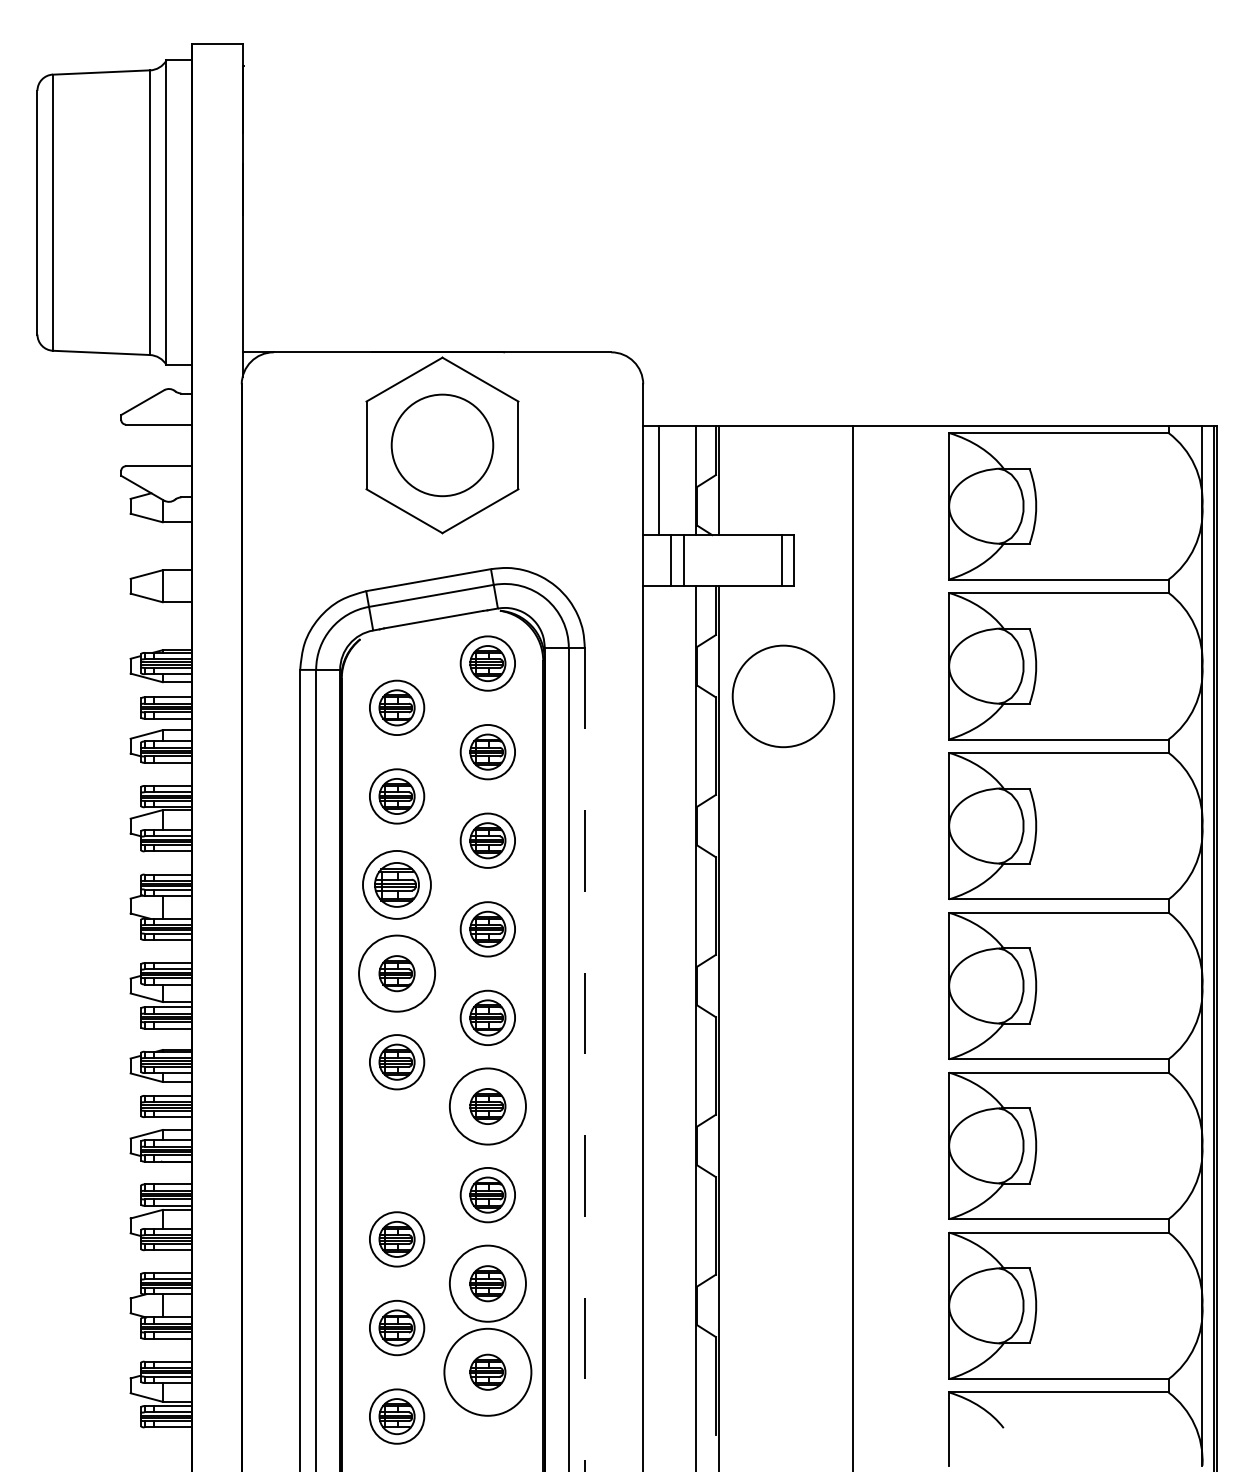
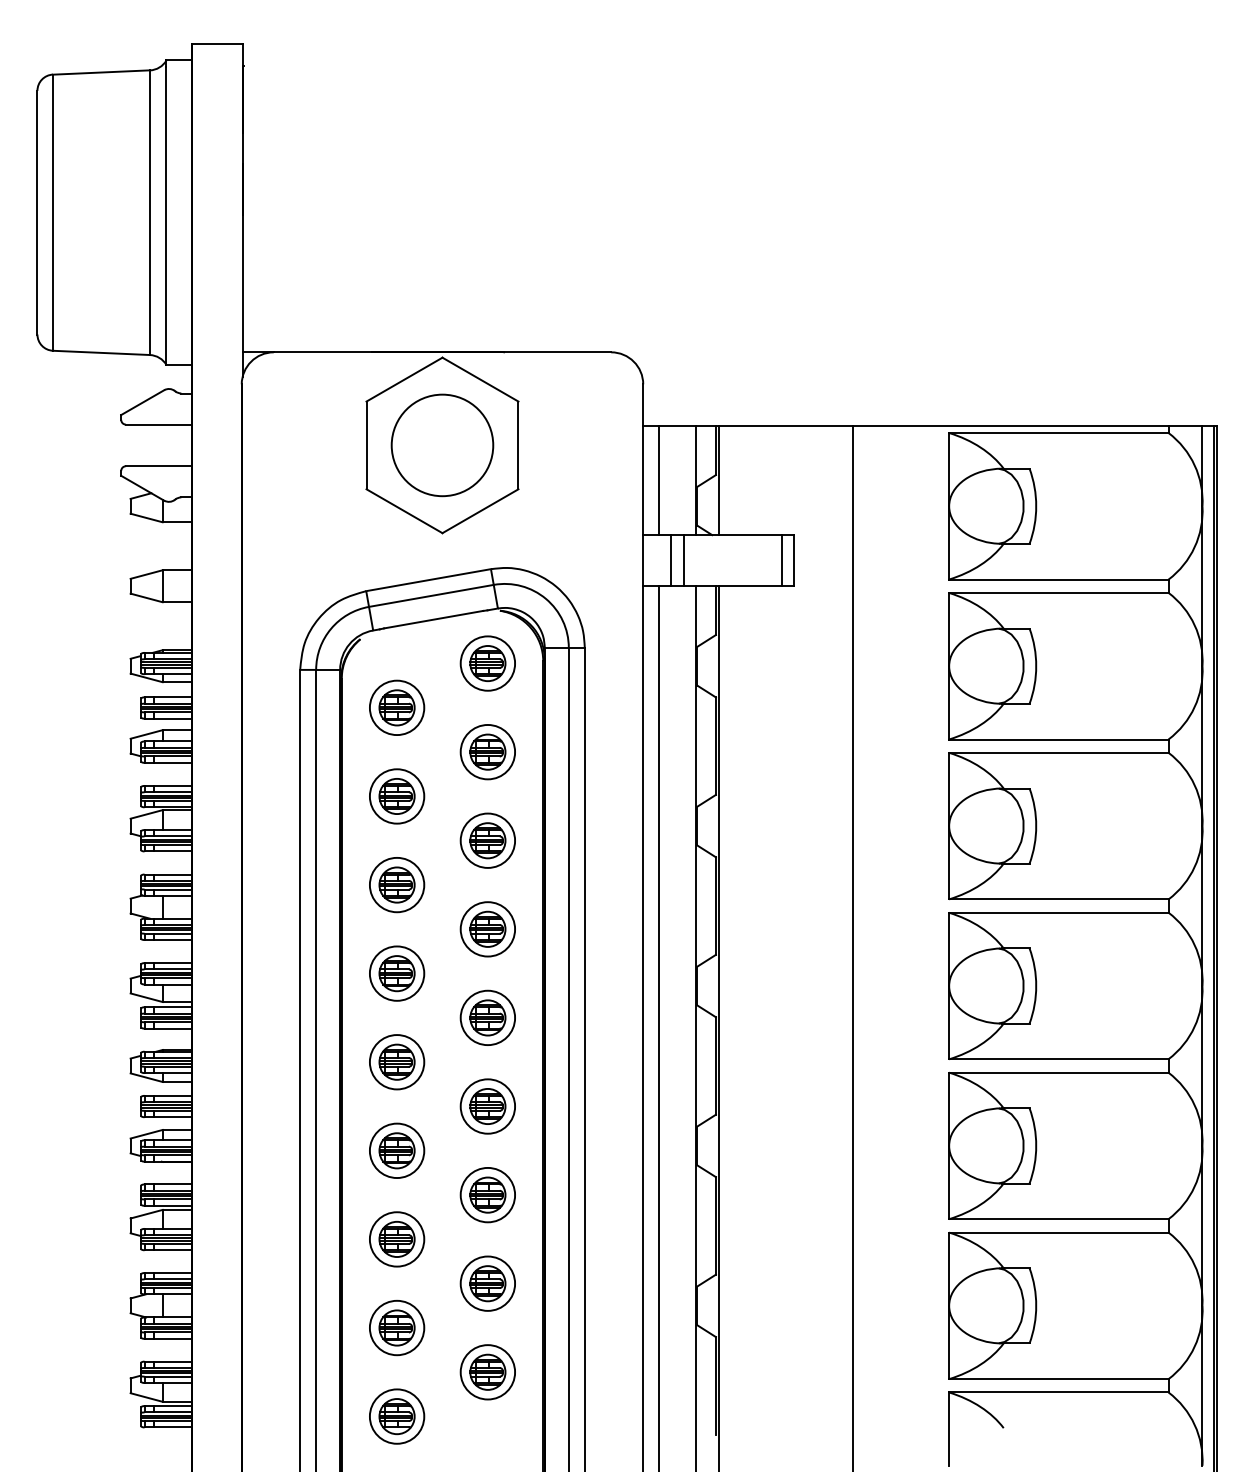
circle at (783, 696): present -> none
part at (396, 884) size: 70x70 px -> 57x57 px
circle at (397, 973) diameter: 76 px -> 54 px
line at (659, 1027): none -> present
line at (584, 1059): dashed -> solid
circle at (487, 1106) diameter: 76 px -> 54 px
part at (397, 1150): none -> present
circle at (487, 1283) diameter: 76 px -> 54 px
circle at (487, 1371) diameter: 87 px -> 54 px
